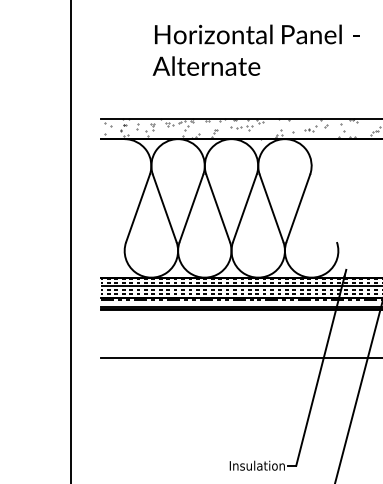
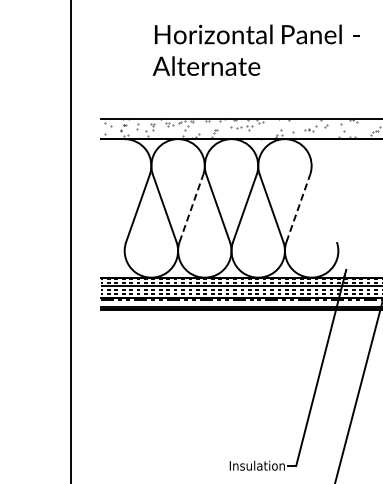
line at (191, 208): solid -> dashed
line at (298, 208): solid -> dashed
line at (240, 358): present -> none
